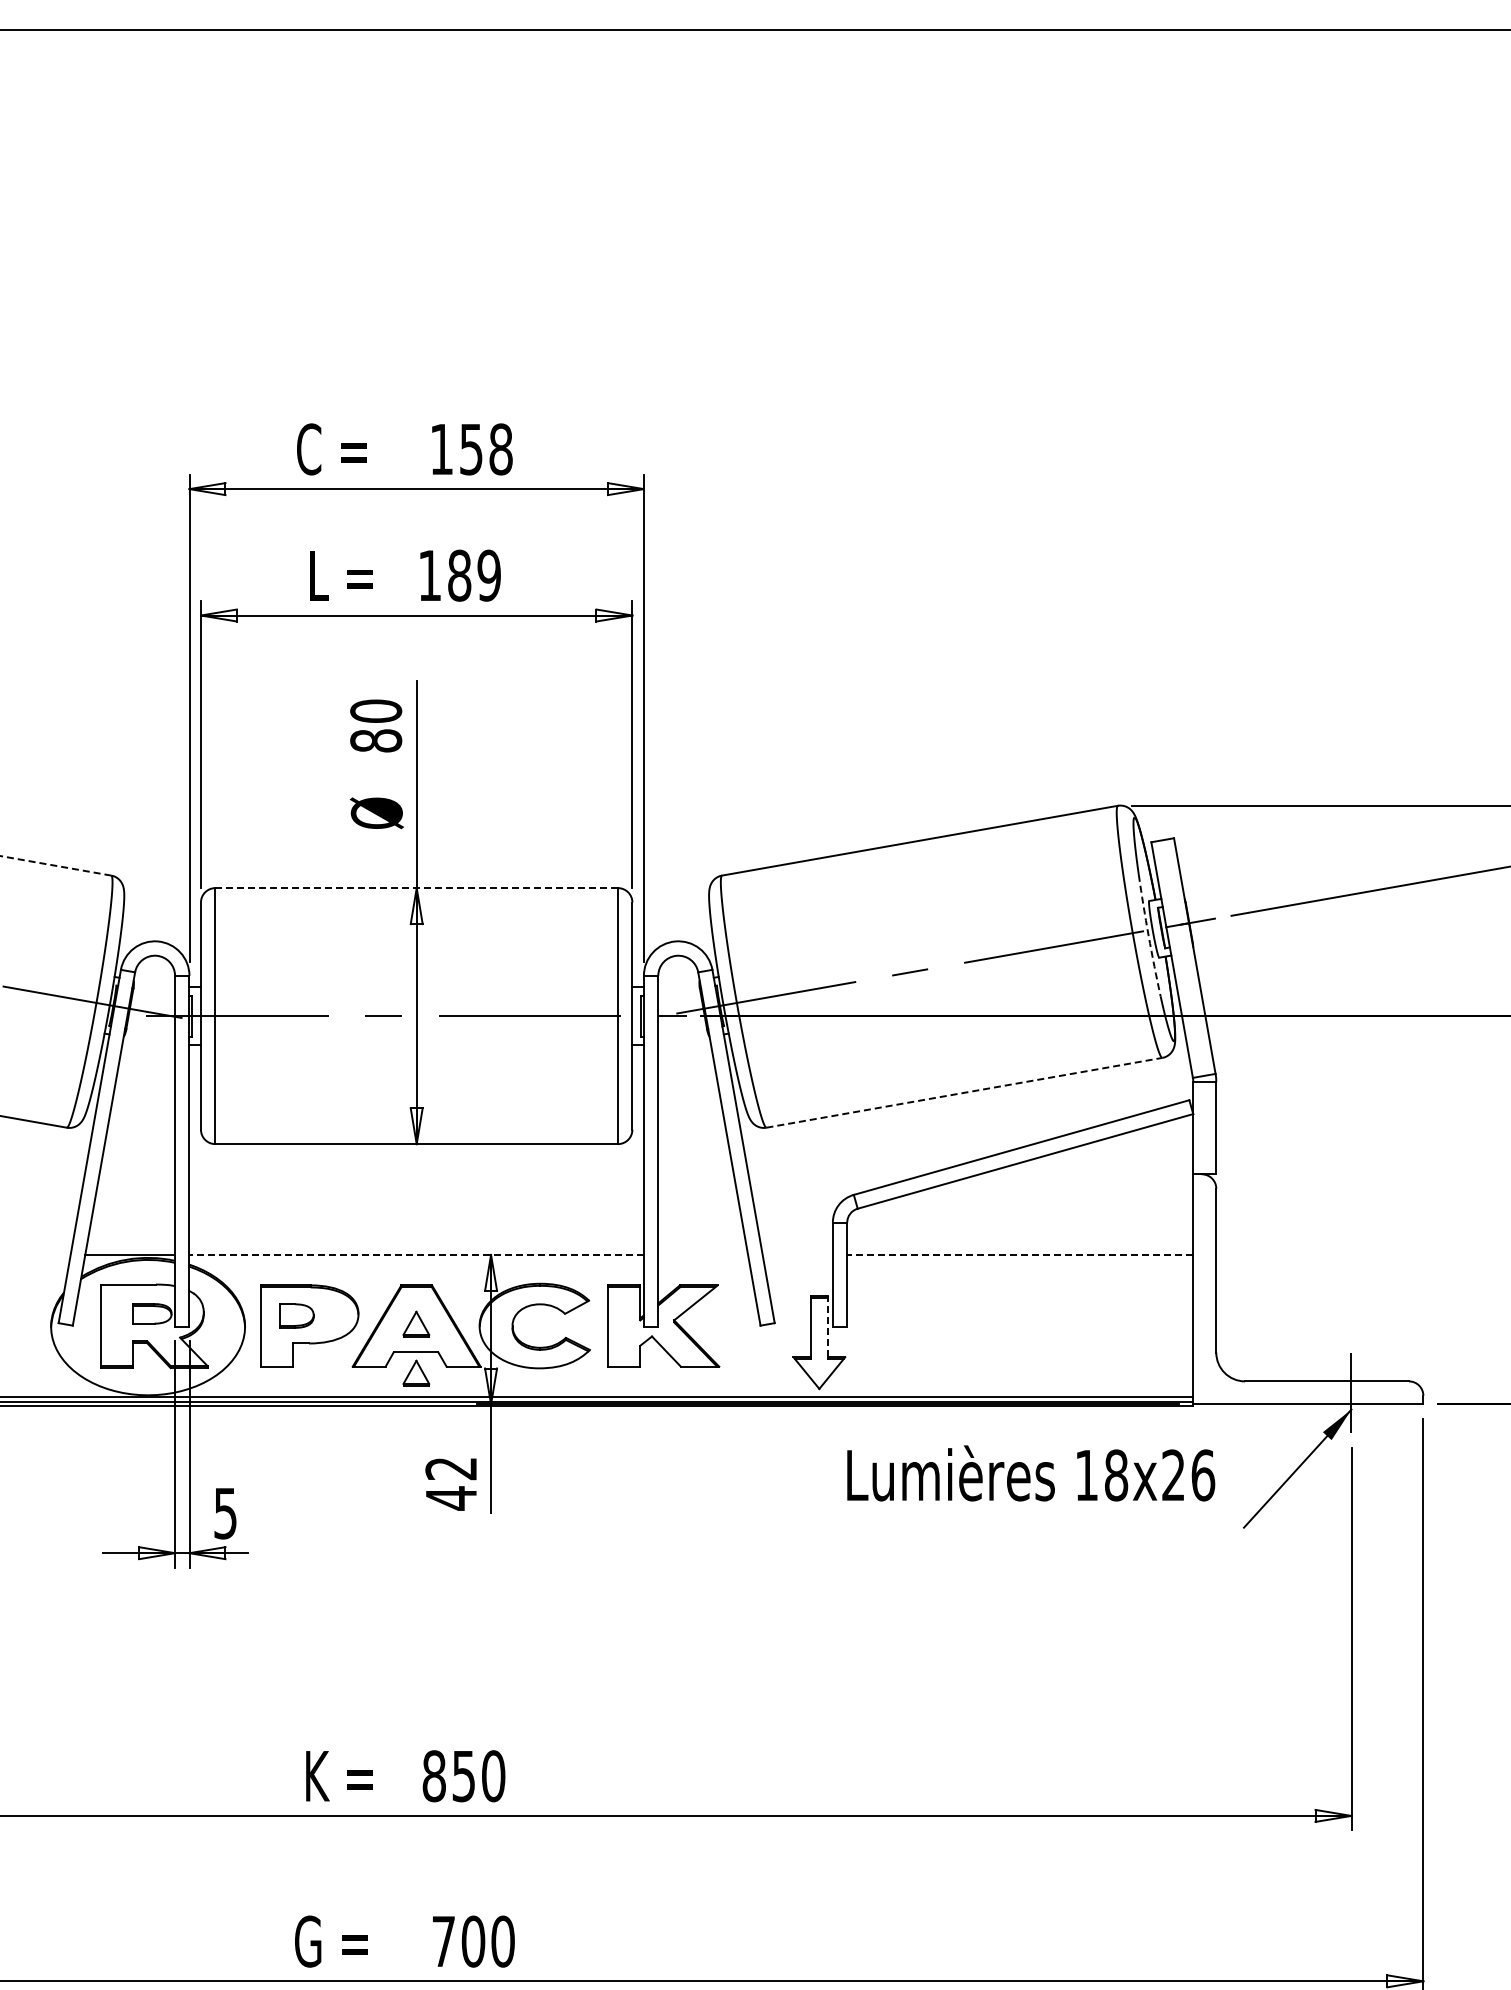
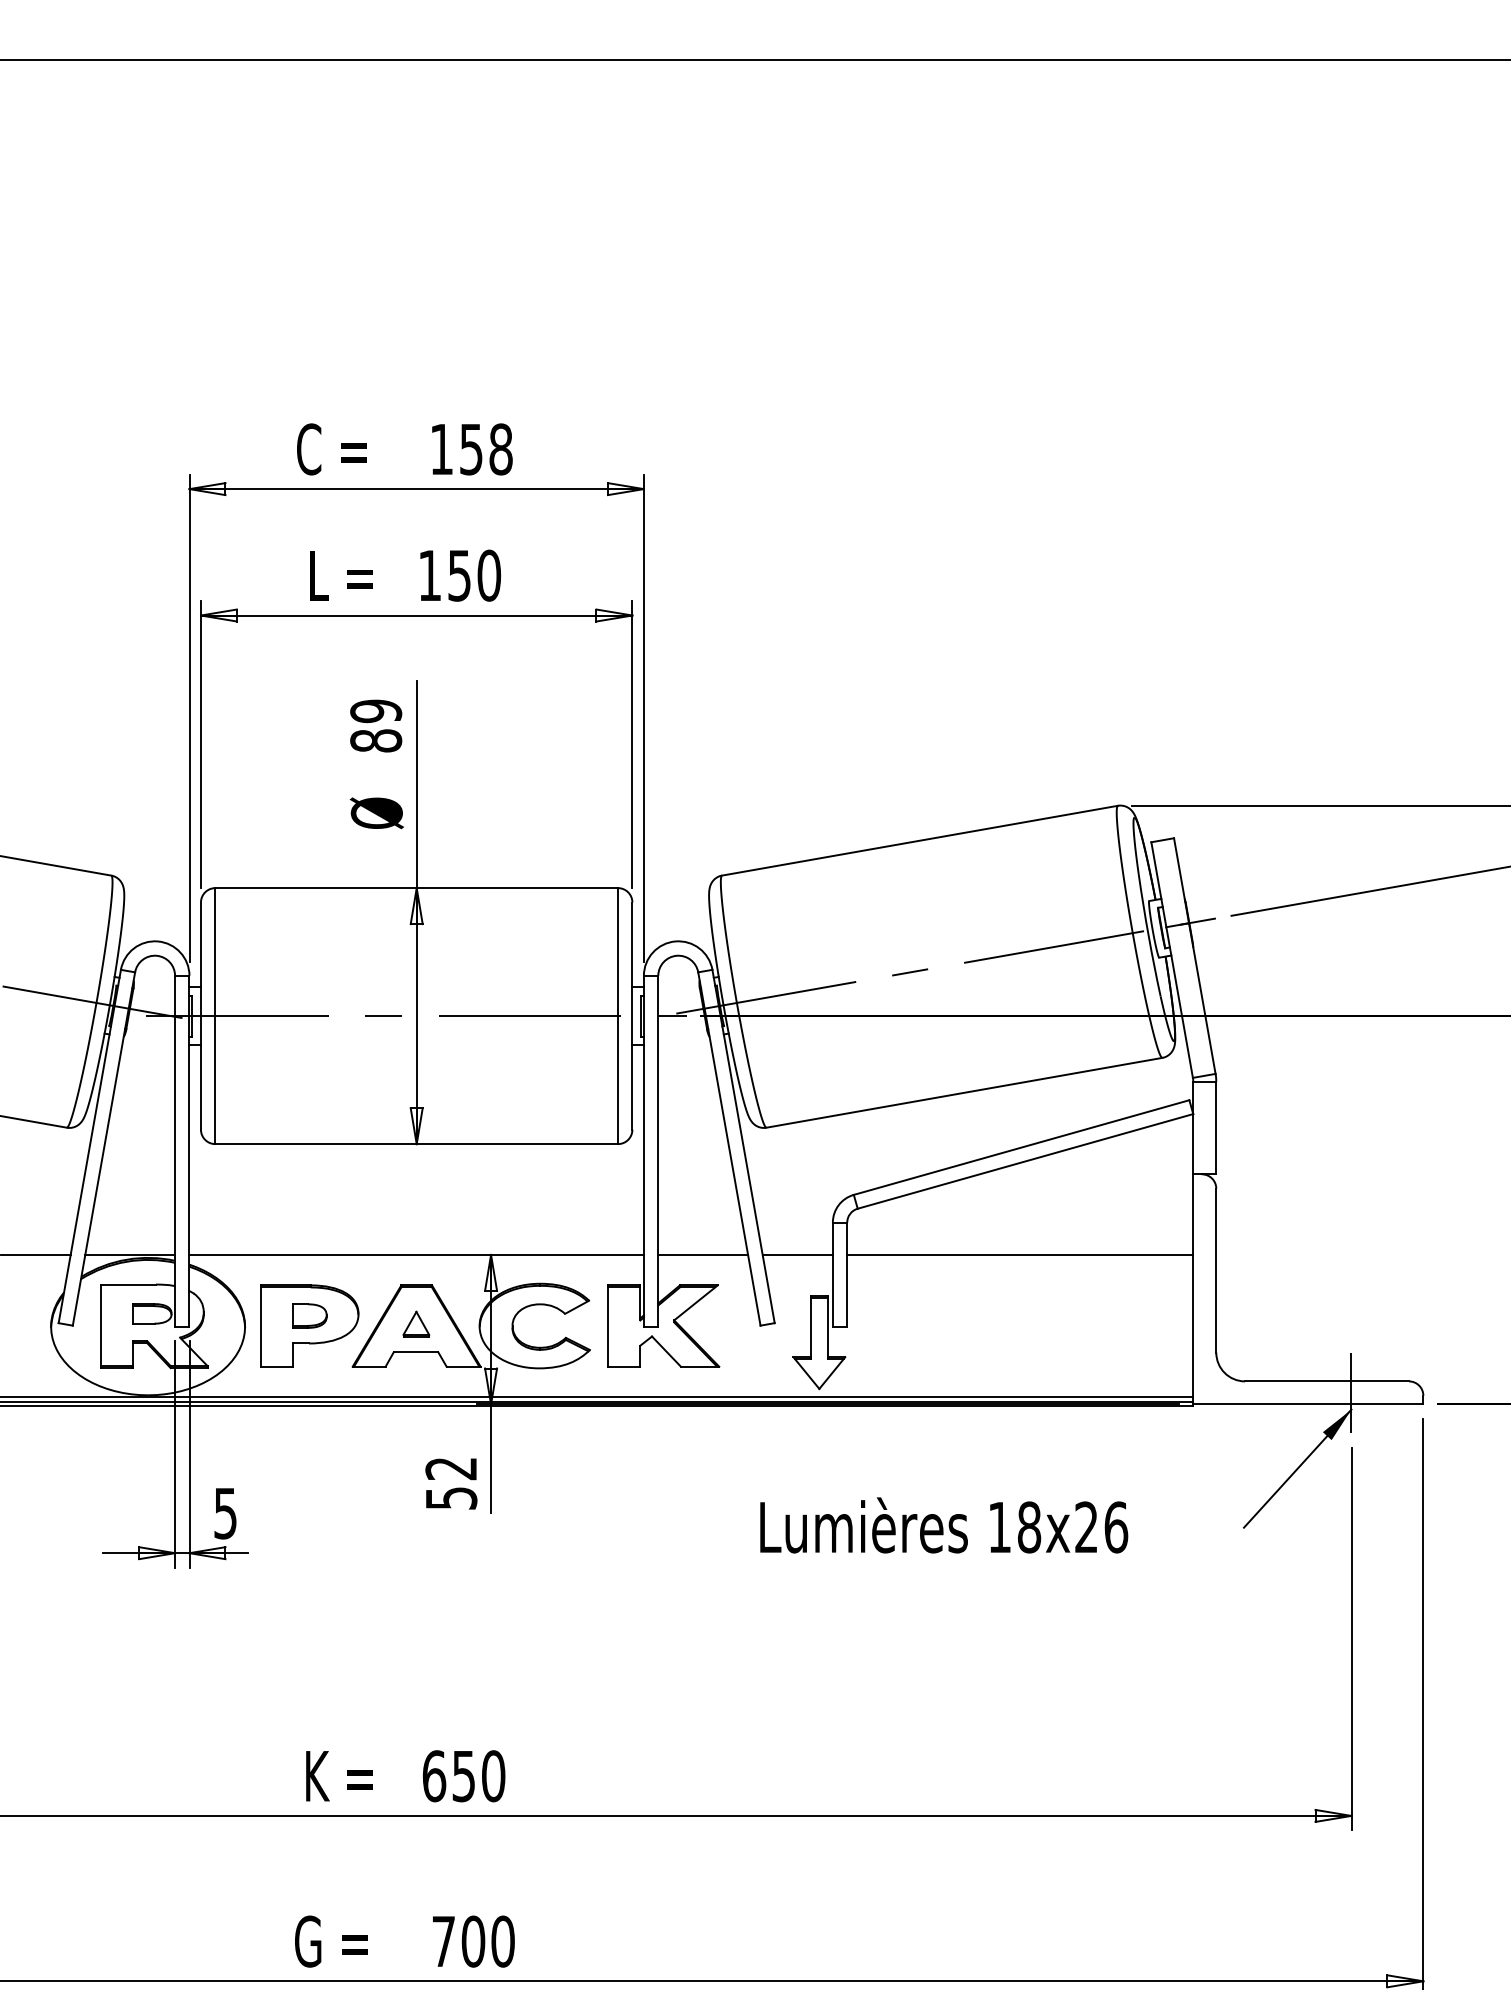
line at (754, 29) position: (754, 29) -> (754, 59)
text at (474, 575): 189 -> 150
text at (376, 711): 80 -> 89
line at (55, 865): dashed -> solid
line at (416, 888): dashed -> solid
arc at (1148, 935): dashed -> solid
line at (964, 1092): dashed -> solid
line at (36, 1254): none -> present
line at (416, 1254): dashed -> solid
line at (703, 1254): none -> present
line at (797, 1254): none -> present
line at (1019, 1254): dashed -> solid
part at (296, 1315) position: (296, 1315) -> (309, 1315)
line at (827, 1326): dashed -> solid
part at (416, 1372): present -> none
text at (1031, 1473) position: (1031, 1473) -> (944, 1525)
text at (451, 1498): 42 -> 52
text at (434, 1776): 850 -> 650
